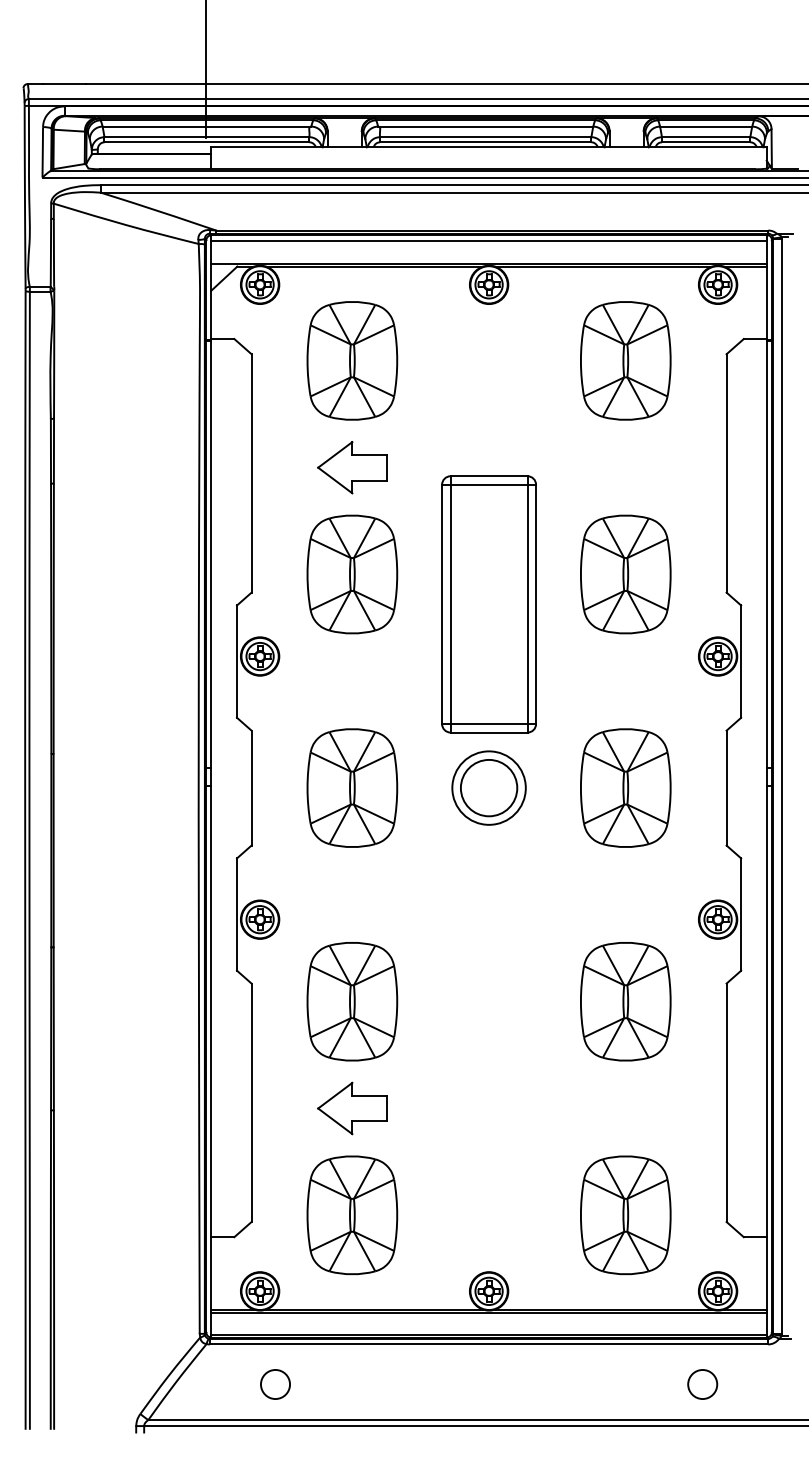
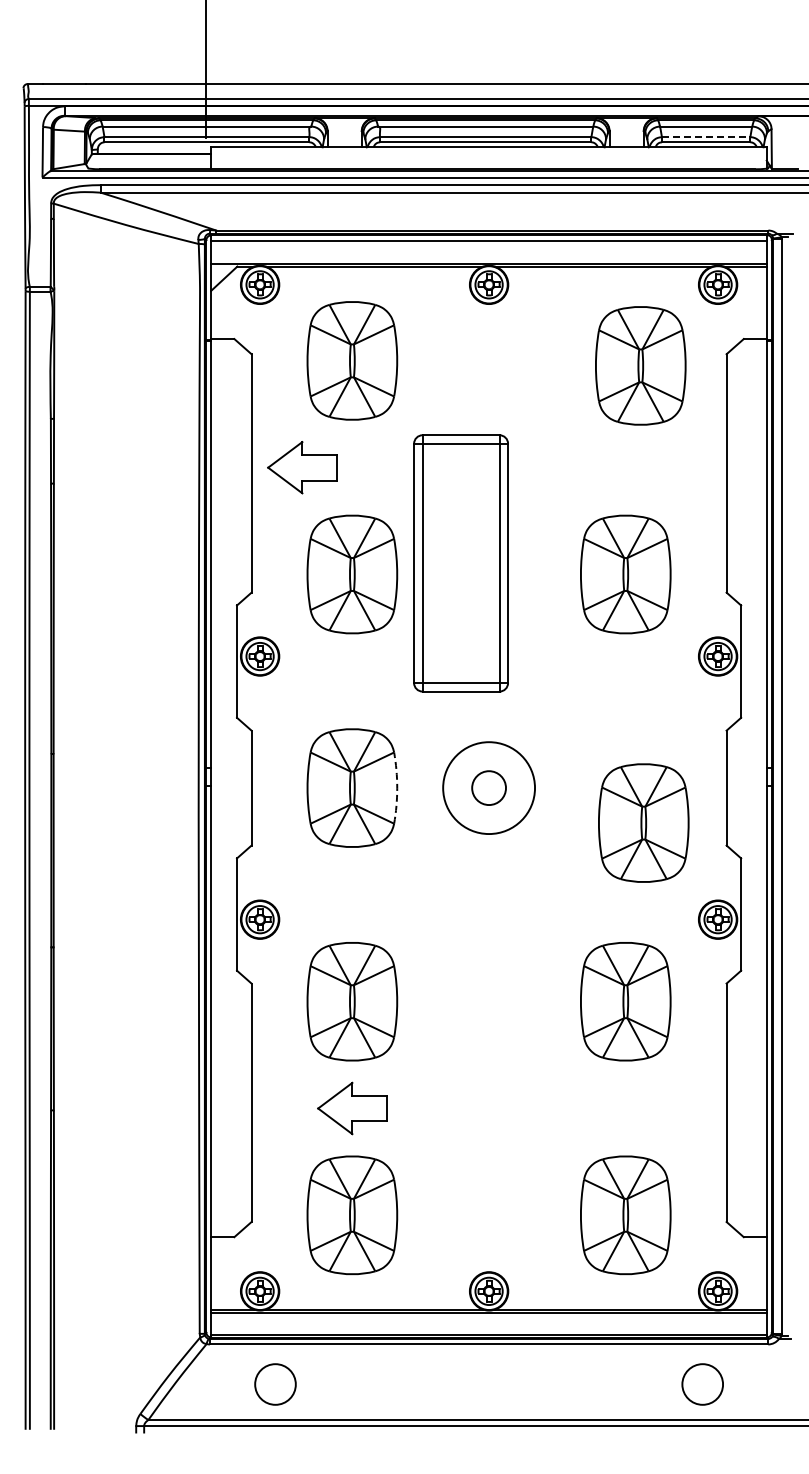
line at (706, 137): solid -> dashed
part at (625, 360) position: (625, 360) -> (640, 365)
part at (352, 467) position: (352, 467) -> (302, 467)
part at (488, 604) position: (488, 604) -> (460, 563)
circle at (488, 787) diameter: 56 px -> 34 px
circle at (488, 787) diameter: 73 px -> 92 px
part at (625, 787) position: (625, 787) -> (643, 822)
arc at (397, 788): solid -> dashed
circle at (275, 1384) diameter: 29 px -> 41 px
circle at (702, 1384) diameter: 29 px -> 41 px
